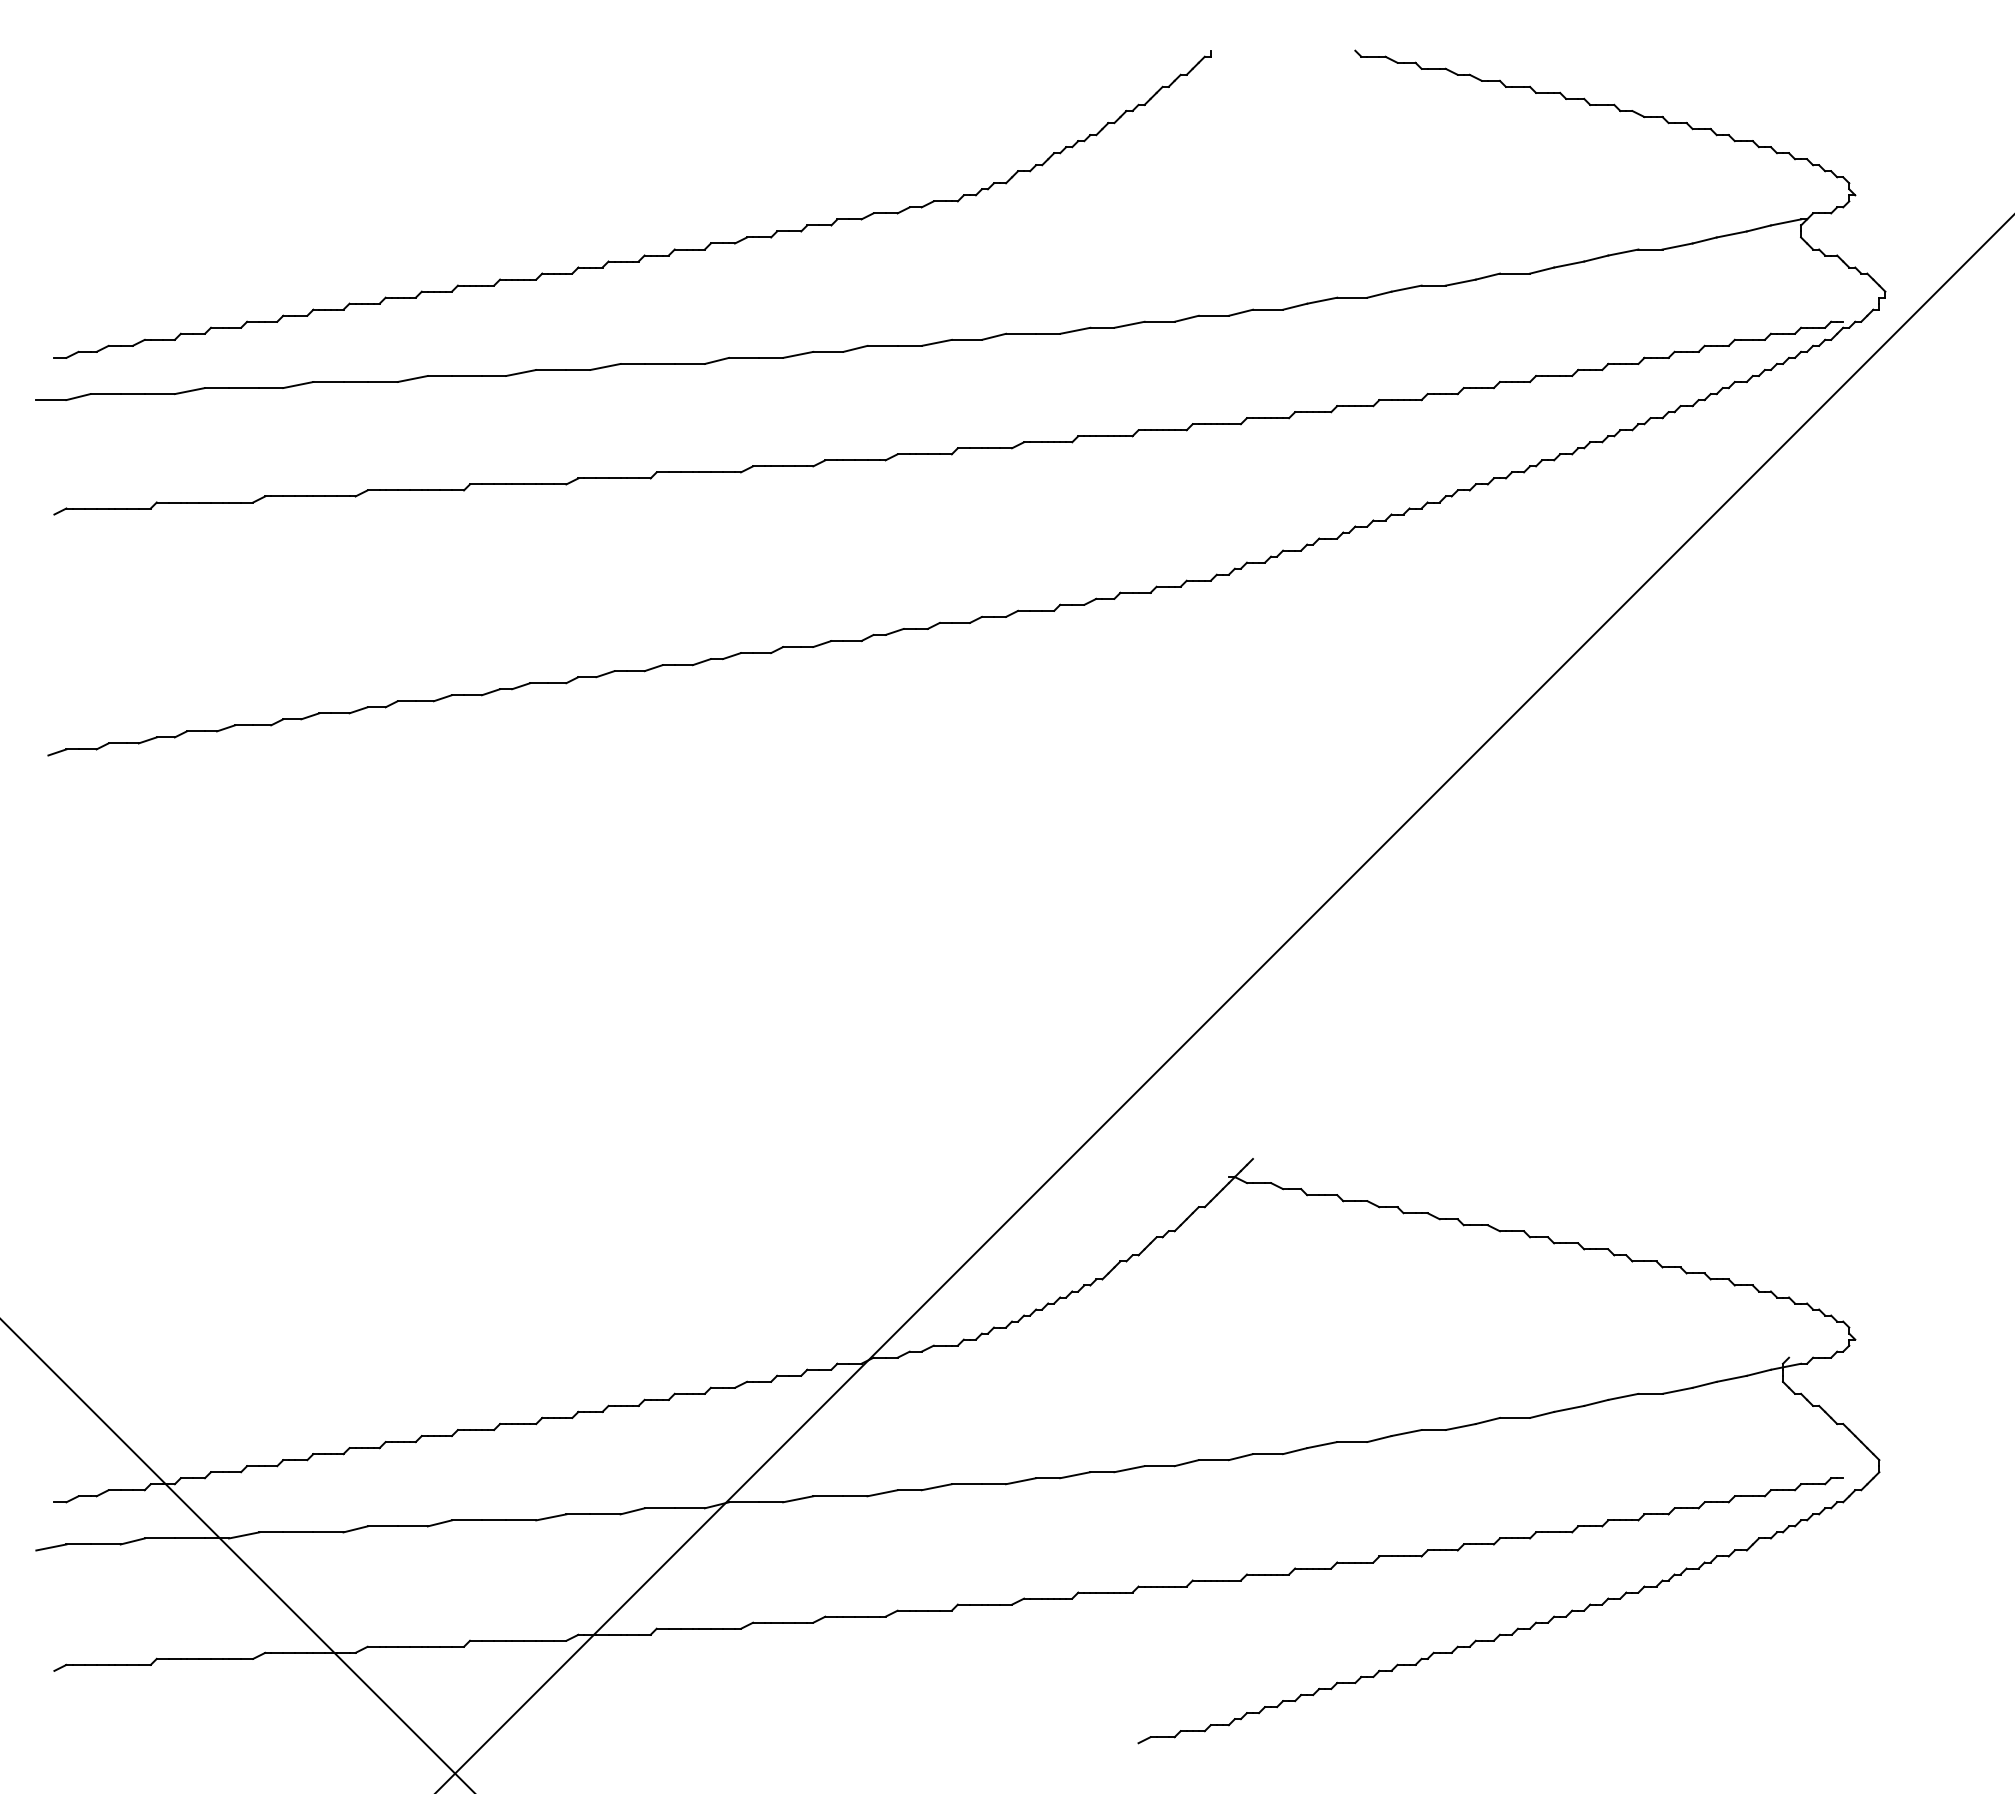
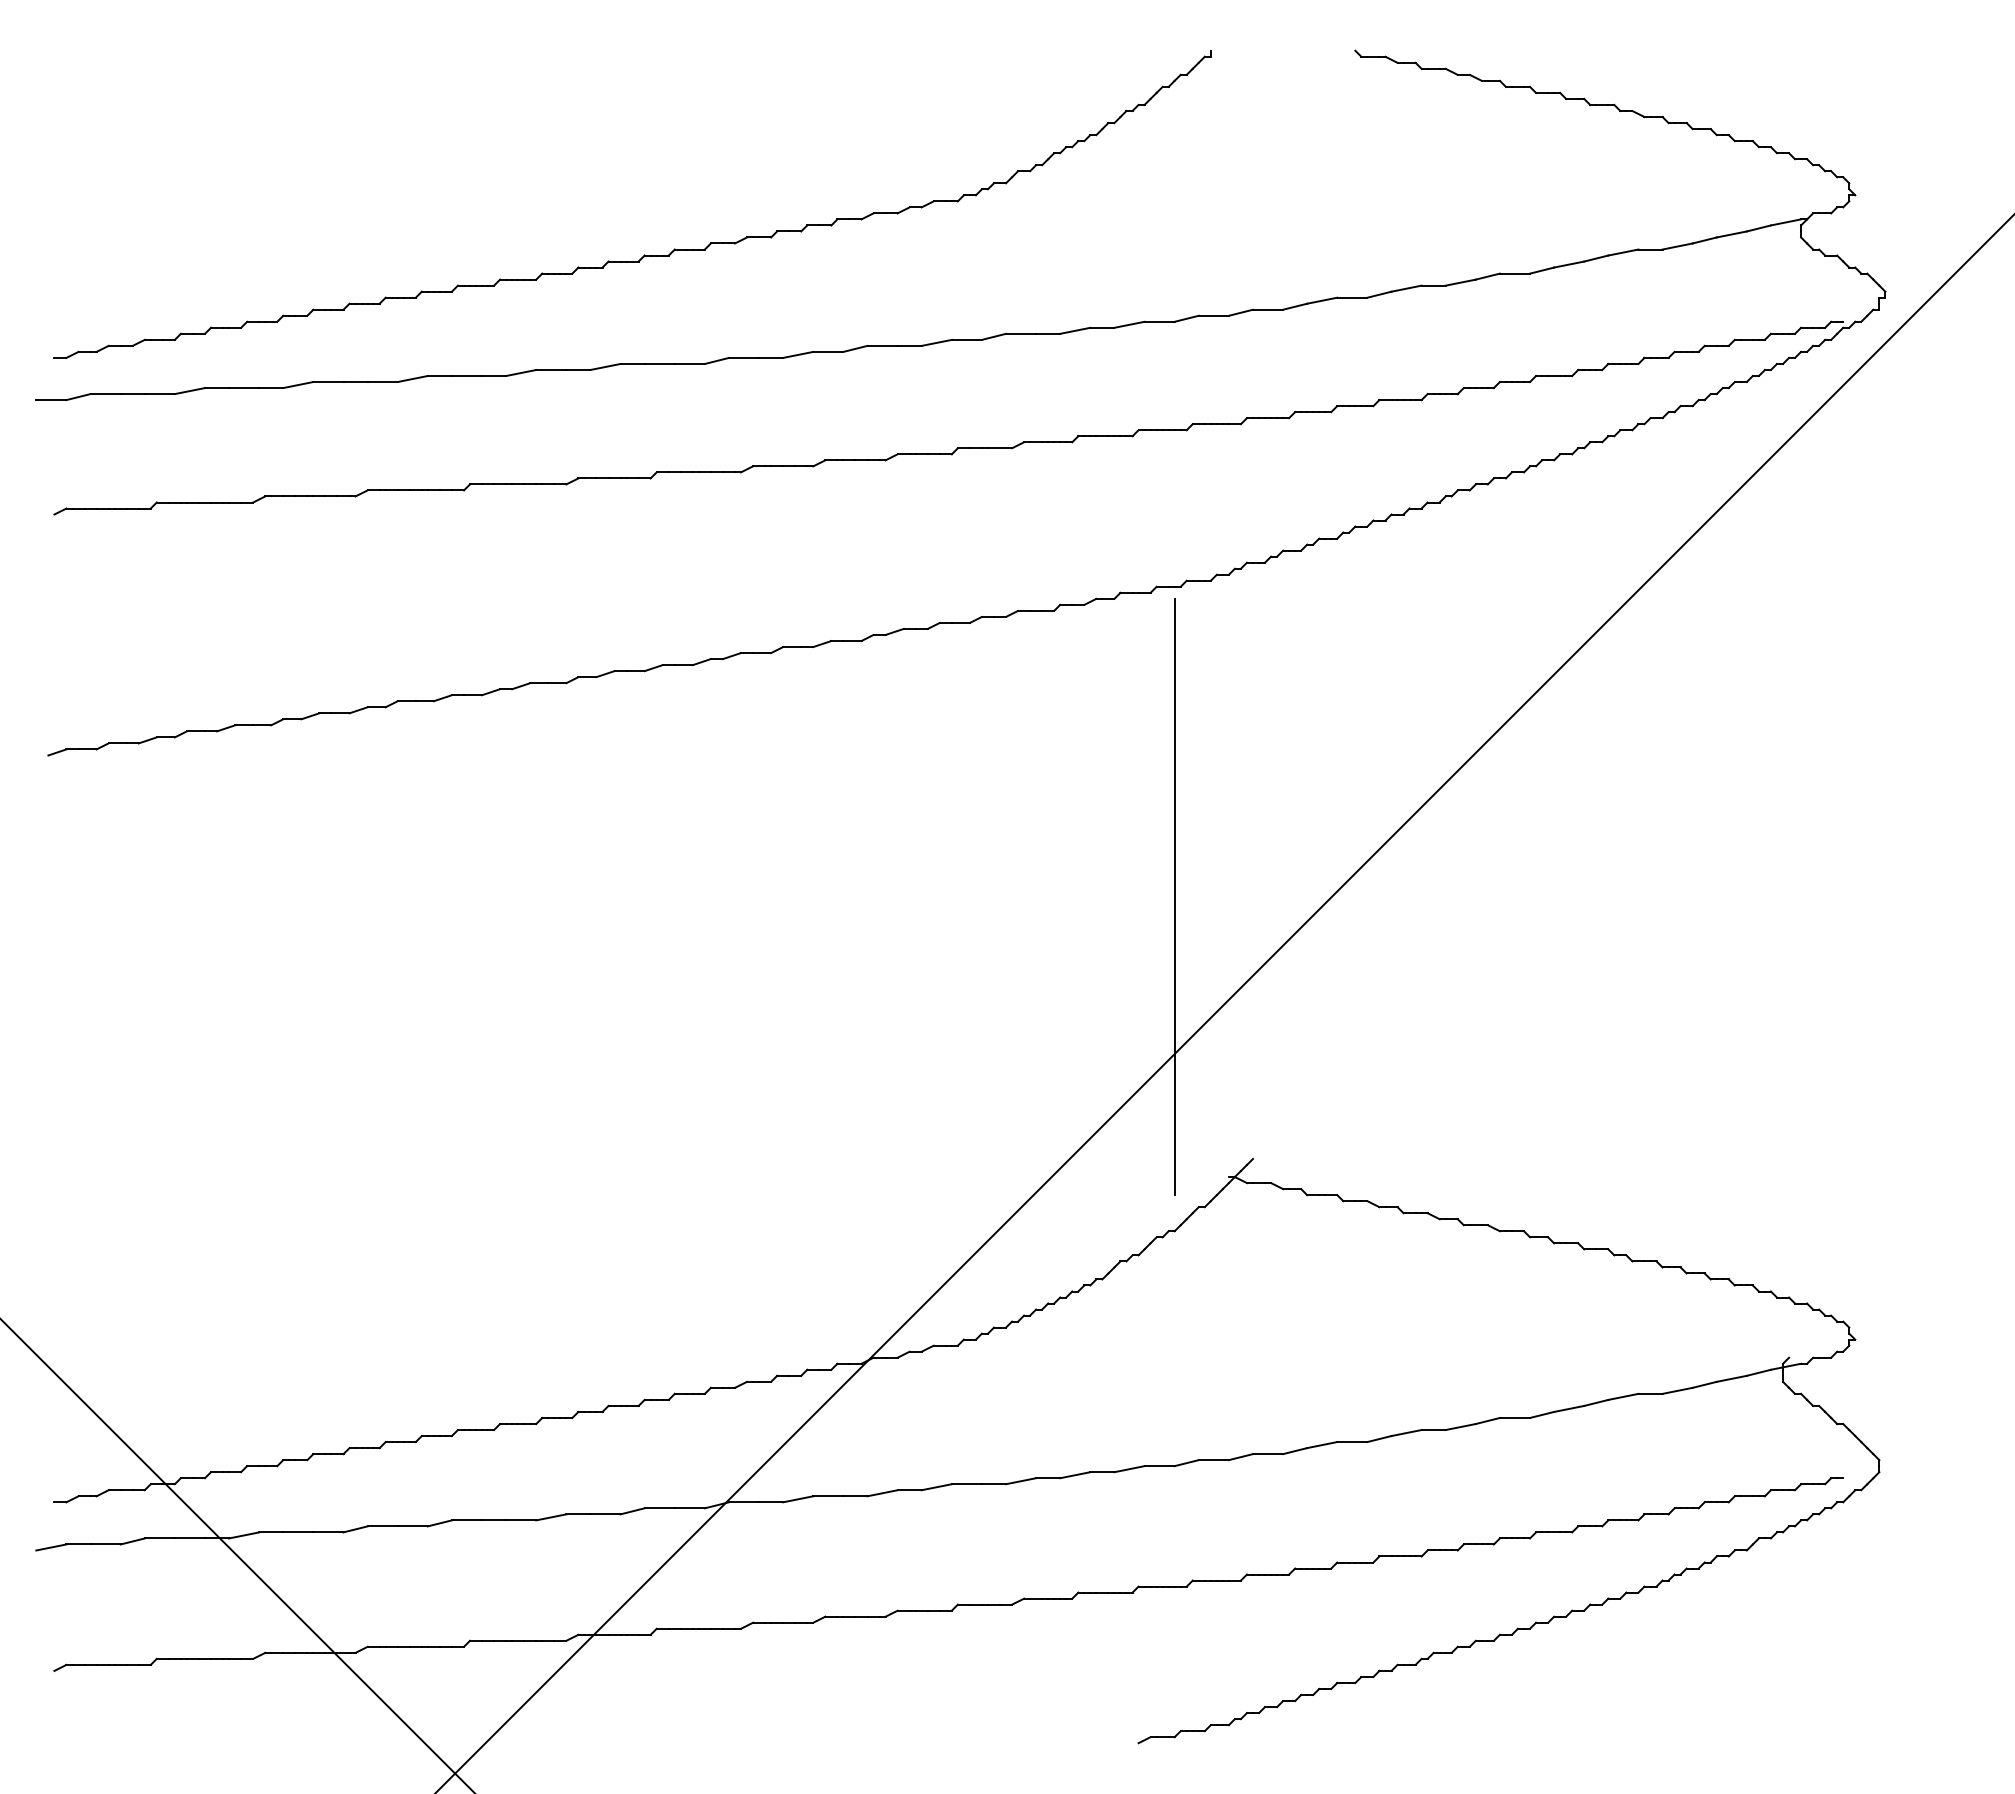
line at (1174, 896): none -> present
